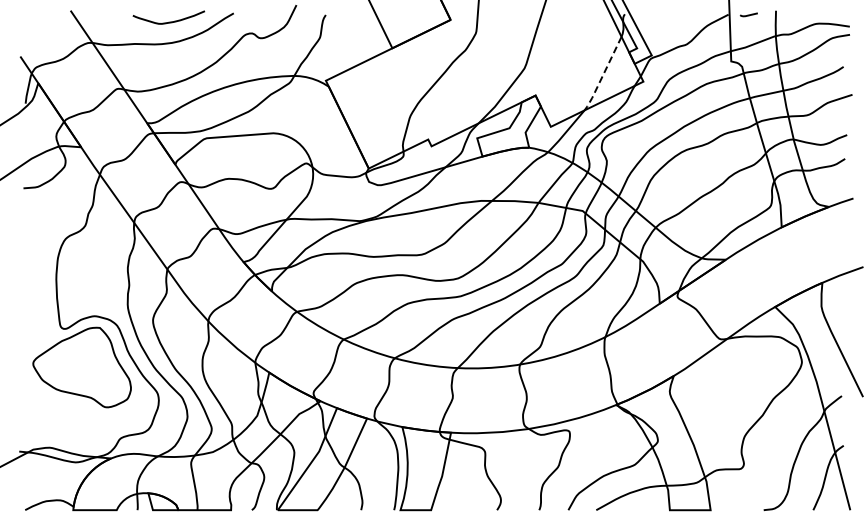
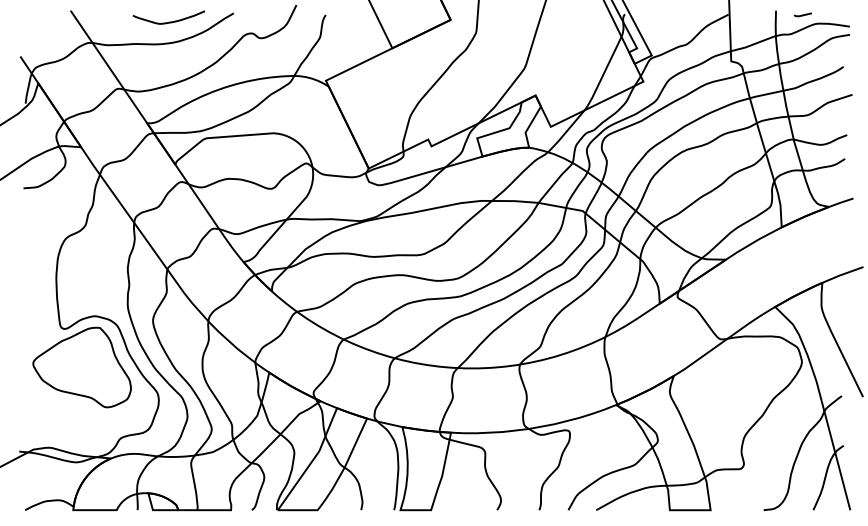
curve at (748, 14) position: (748, 14) -> (802, 14)
line at (602, 75): dashed -> solid
